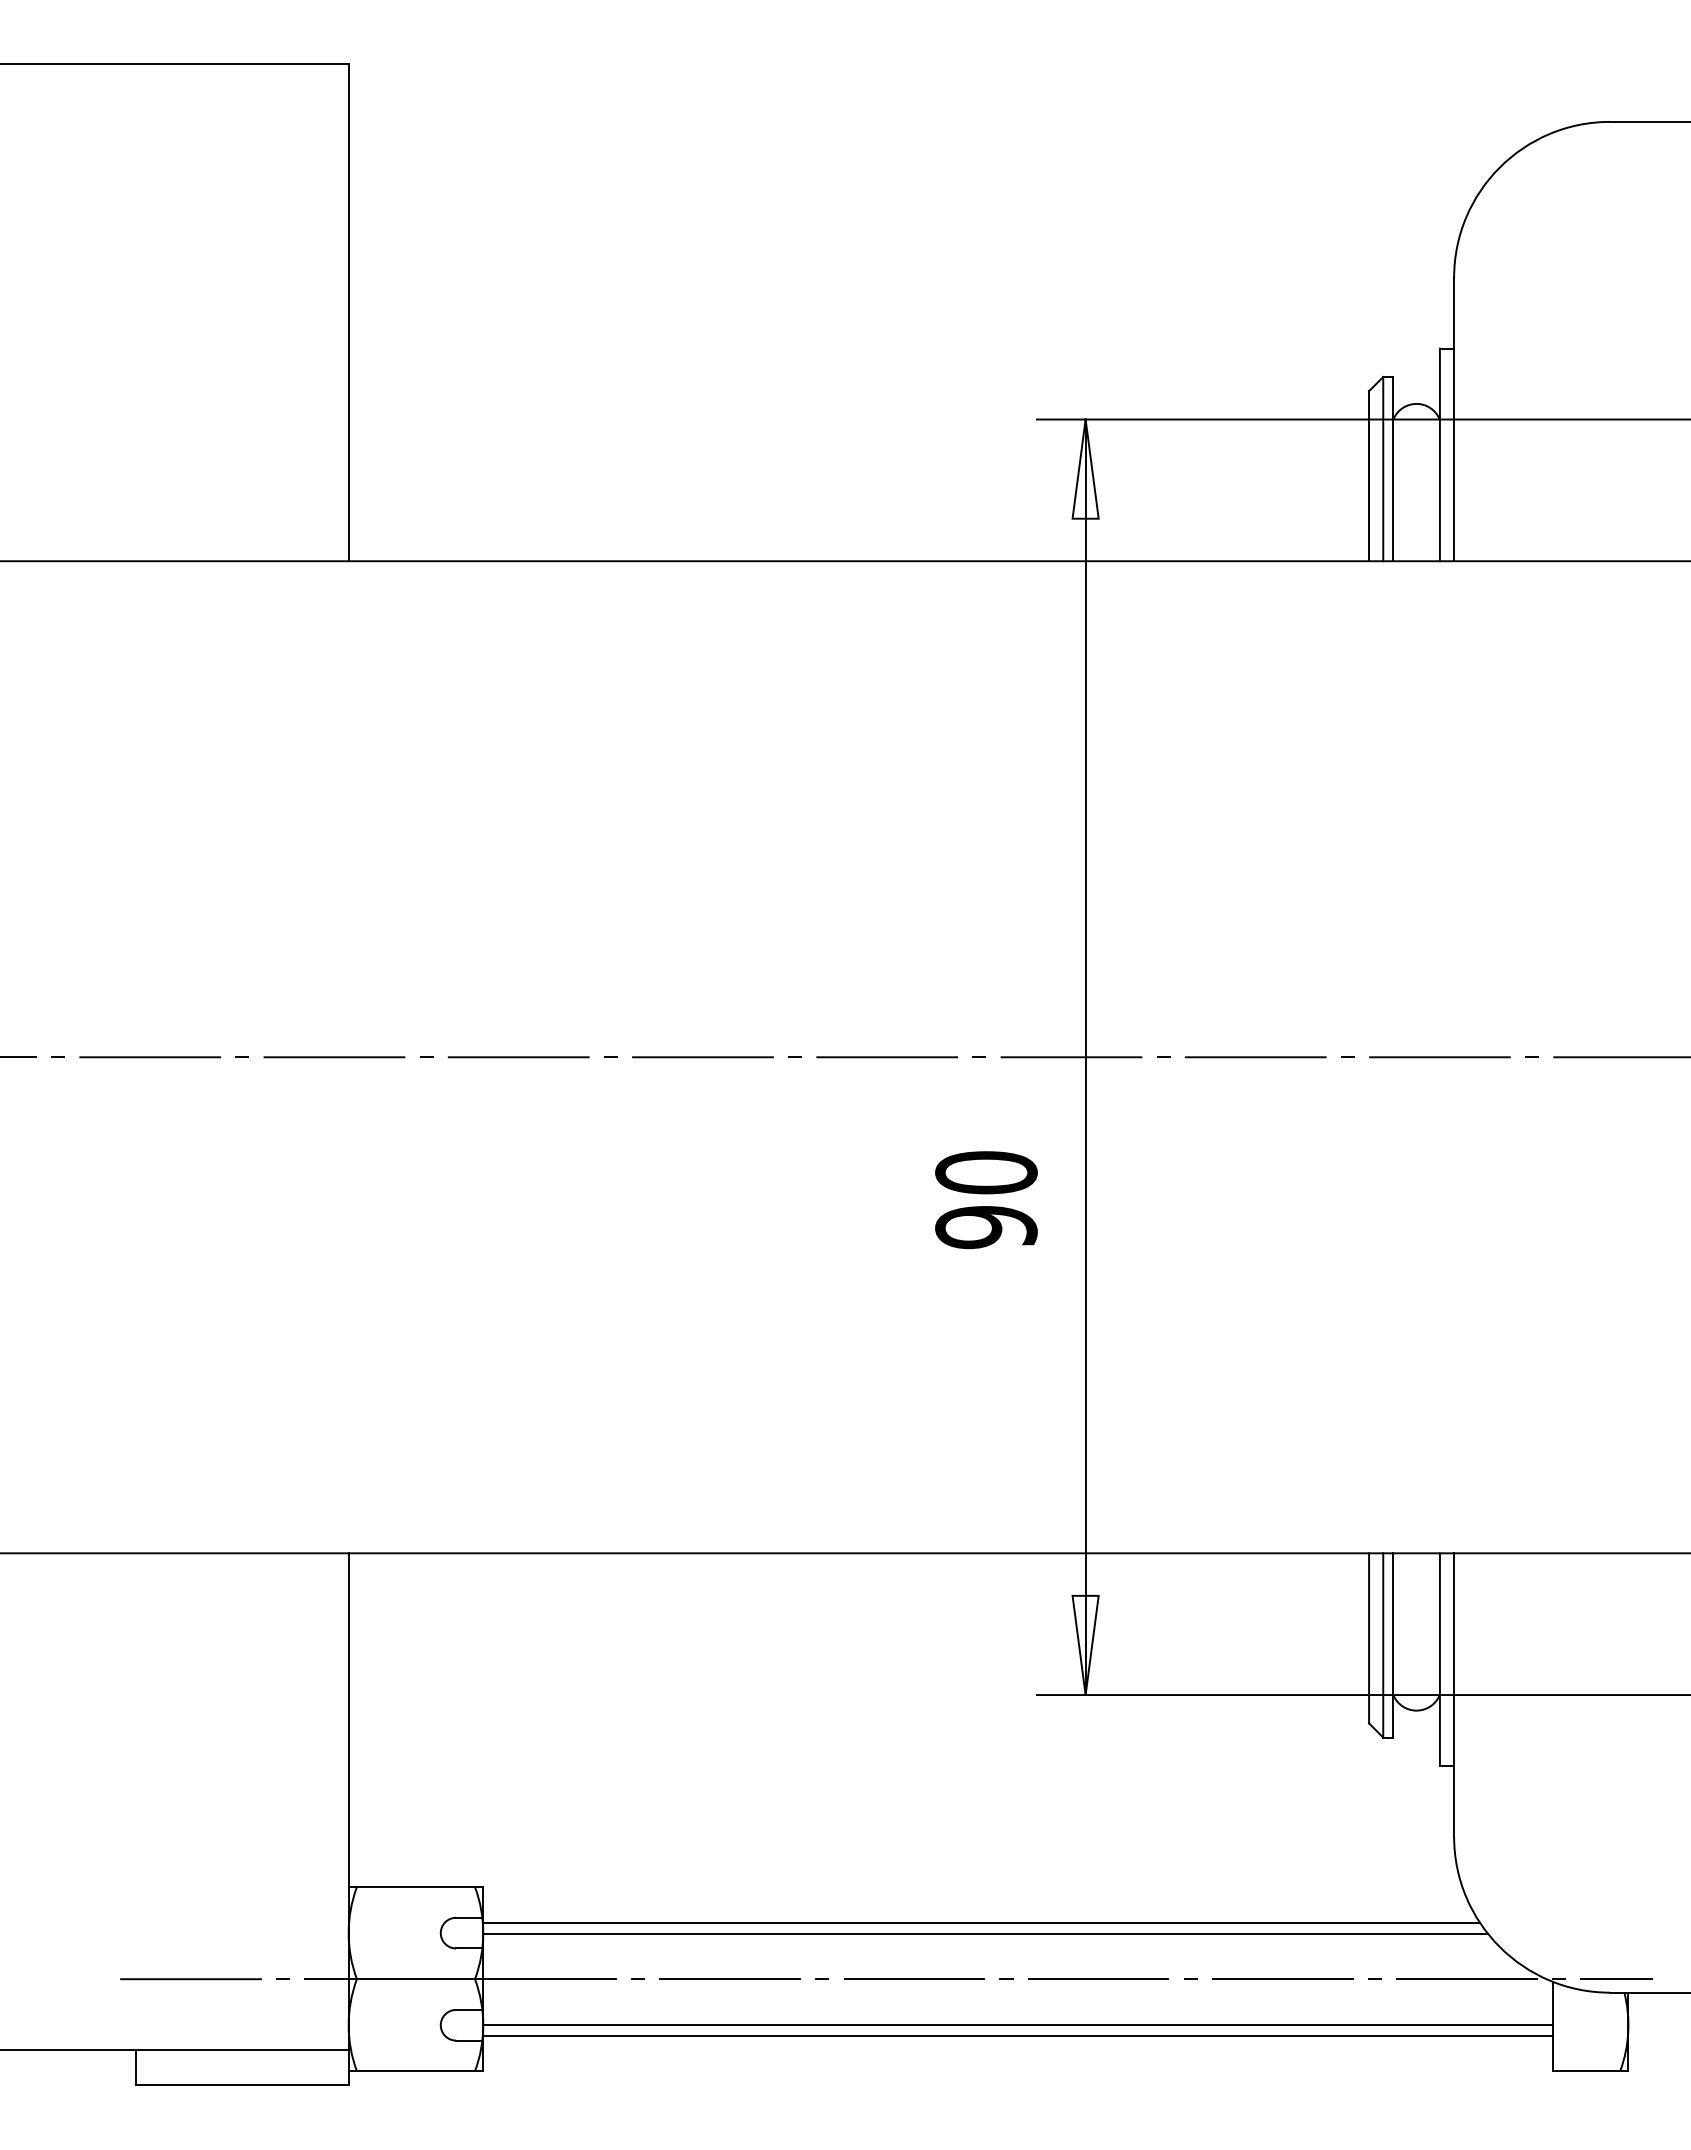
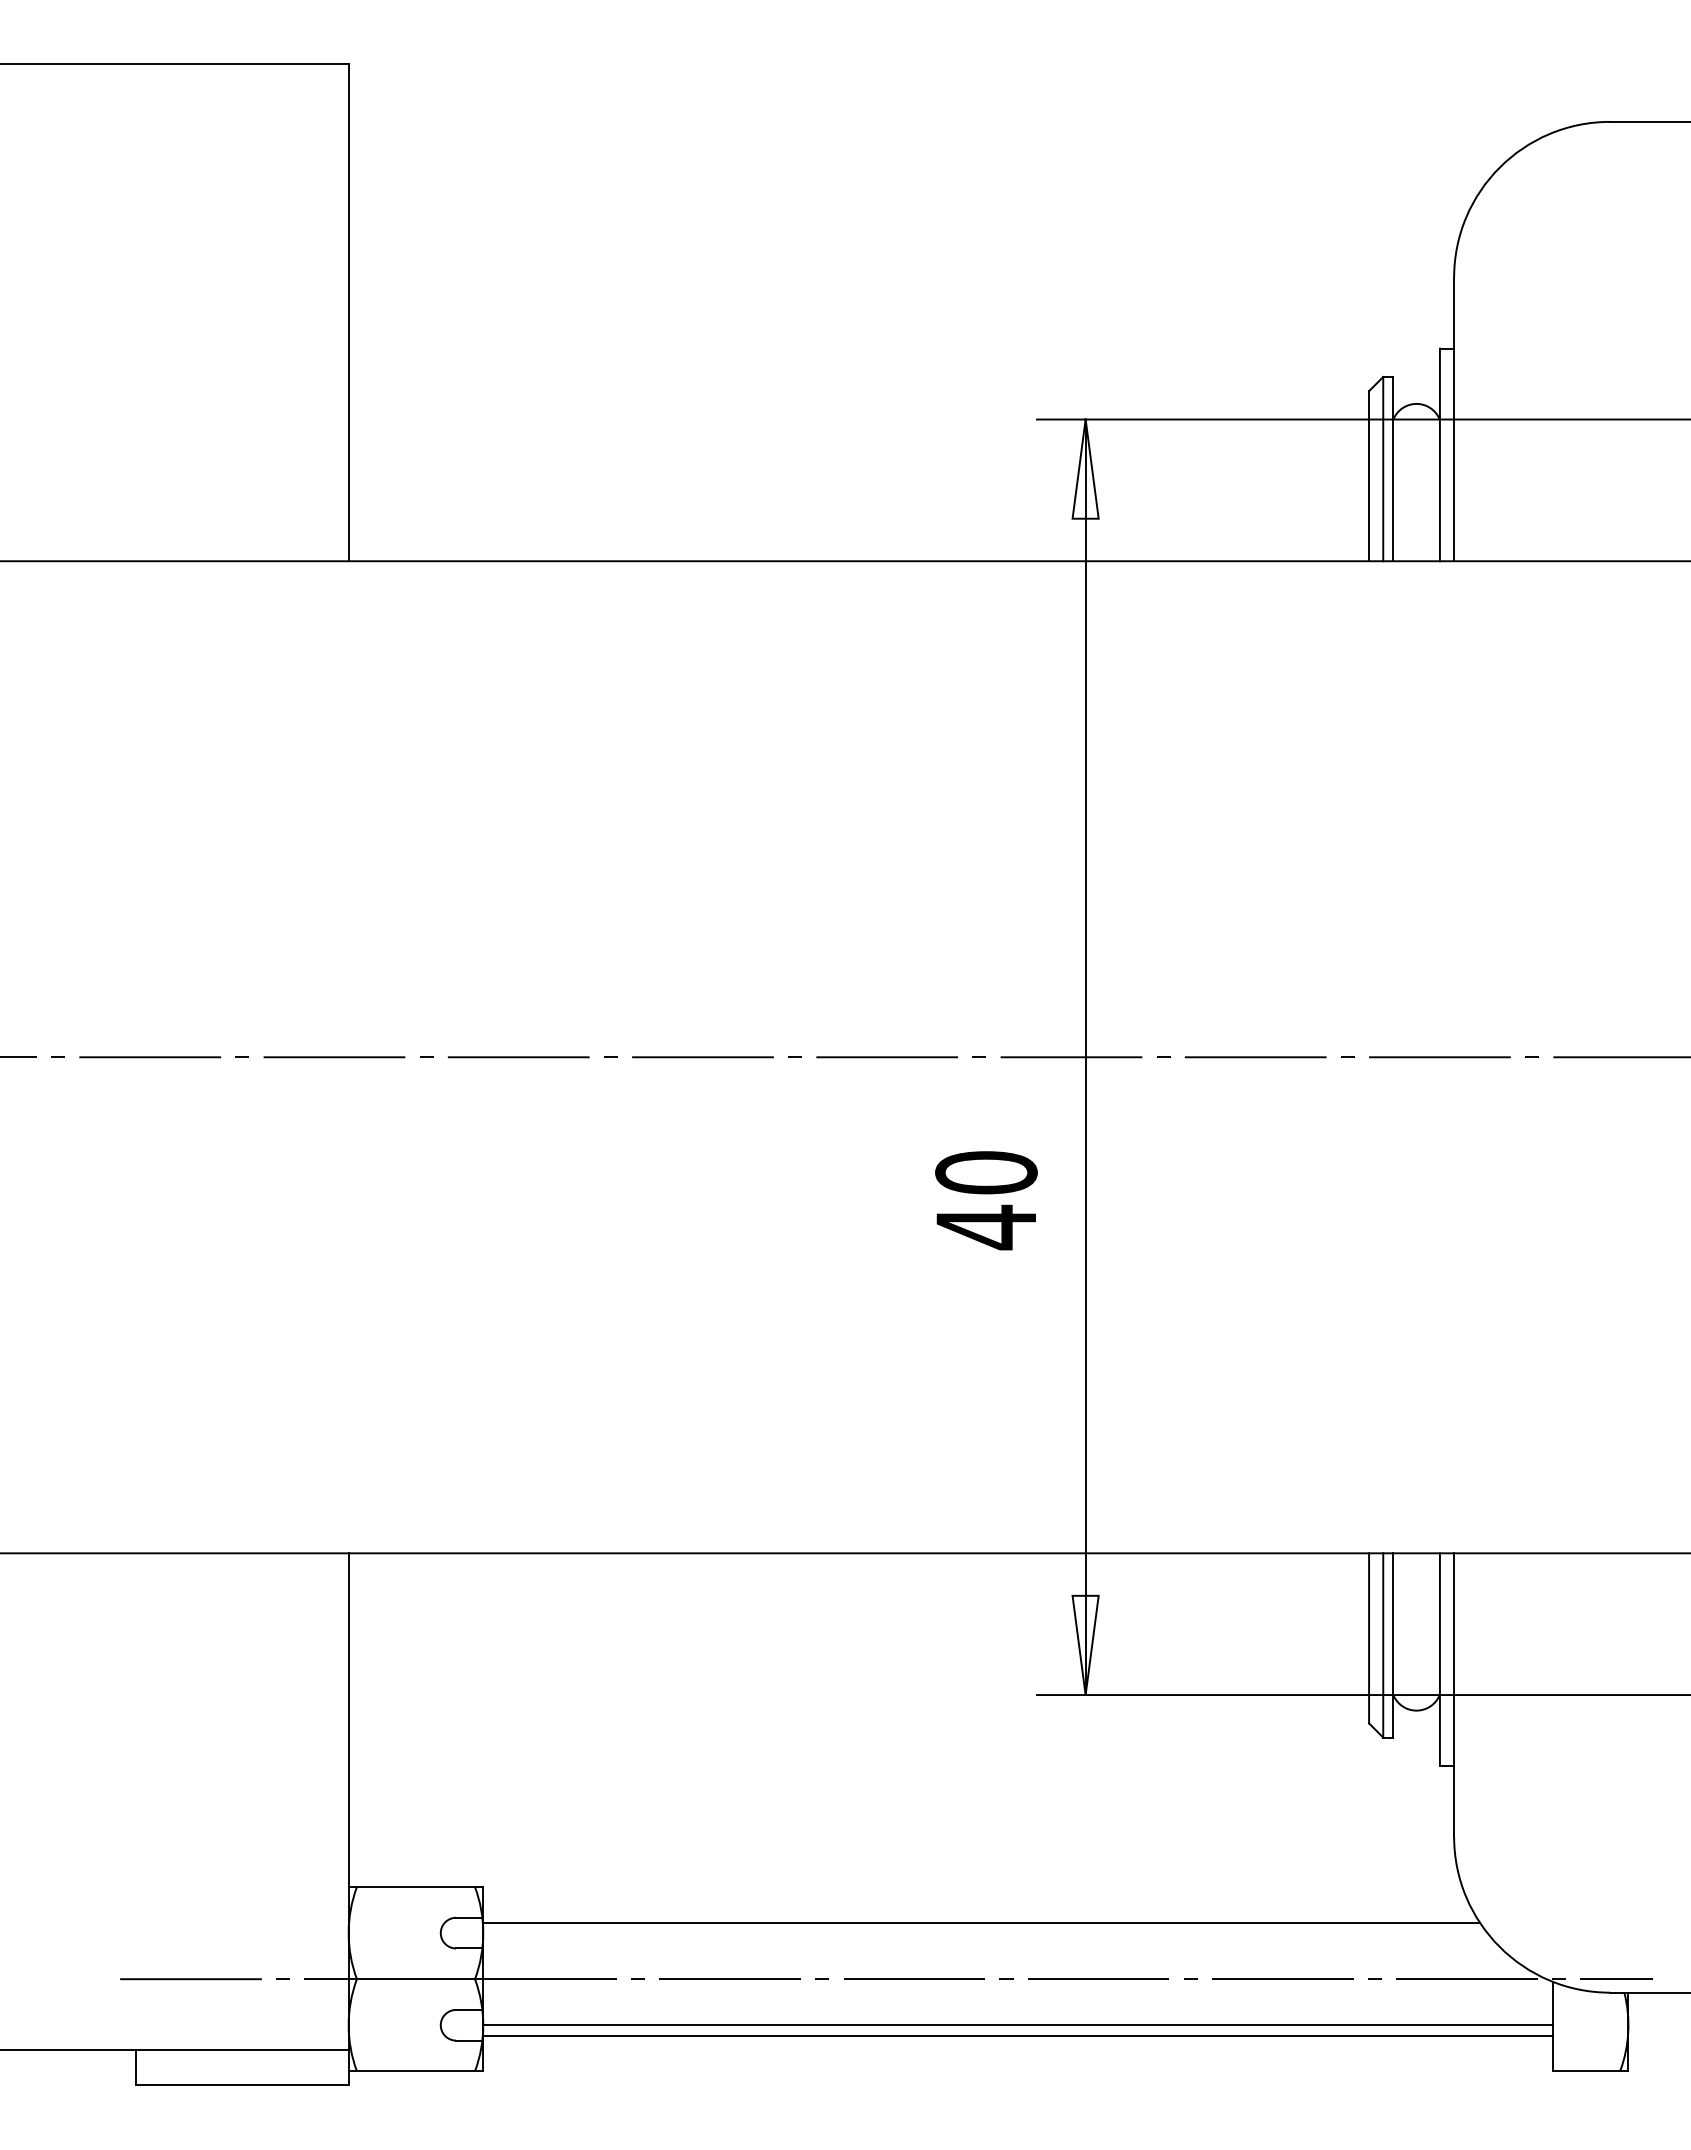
text at (986, 1227): 90 -> 40
line at (985, 1933): present -> none
